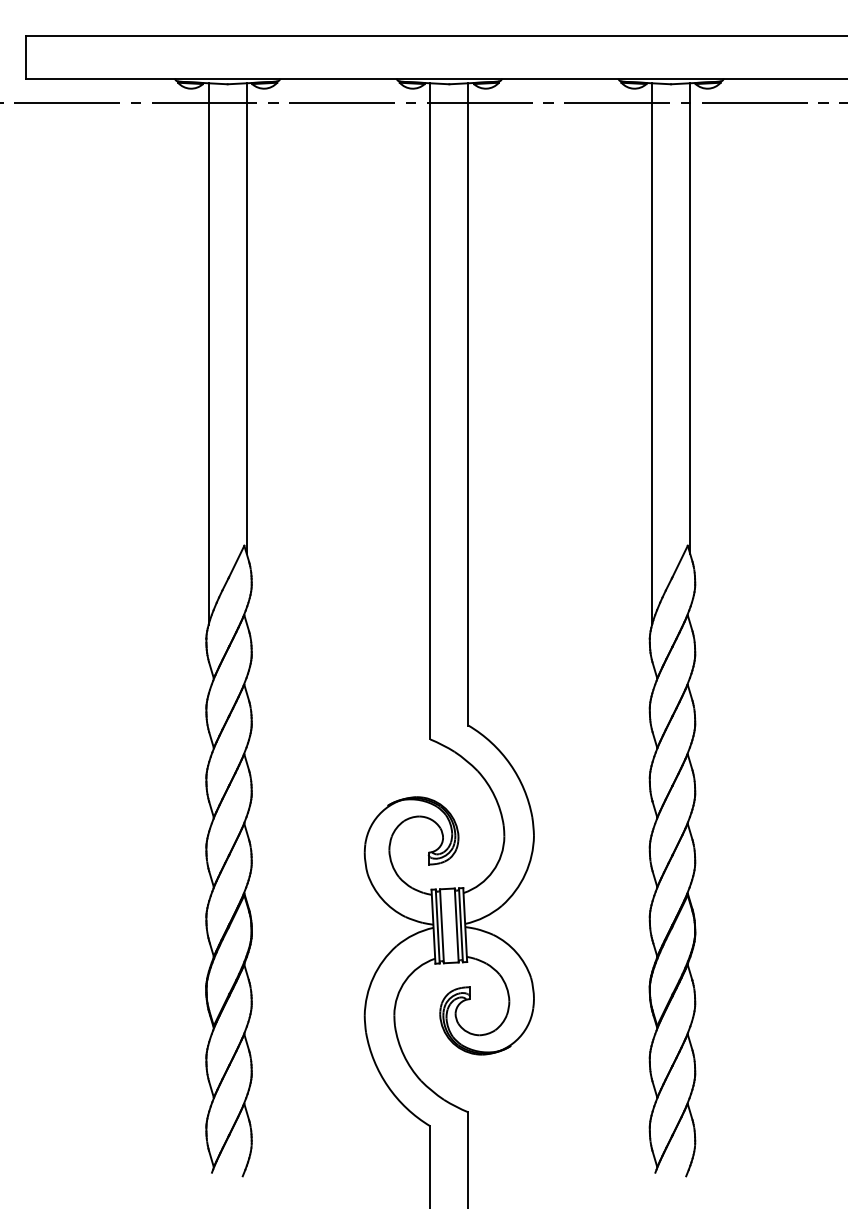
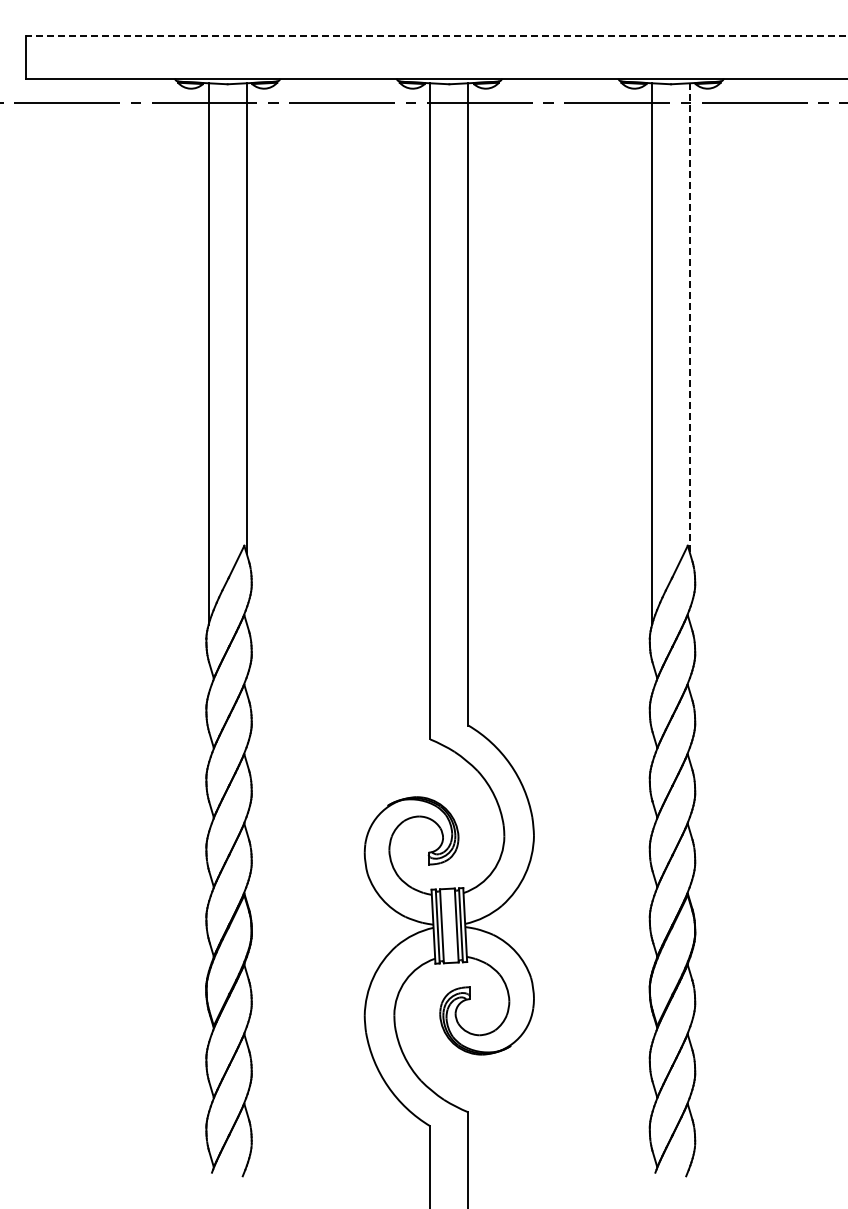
line at (436, 36): solid -> dashed
line at (690, 318): solid -> dashed
